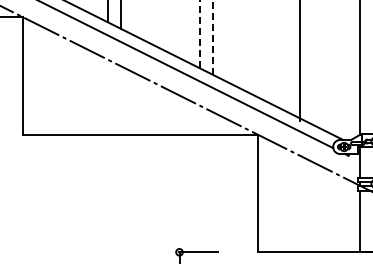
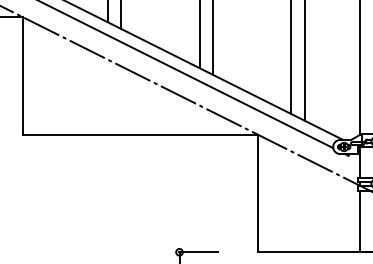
line at (199, 34): dashed -> solid
line at (212, 37): dashed -> solid
line at (291, 58): none -> present
line at (299, 61) position: (299, 61) -> (304, 61)
